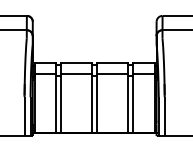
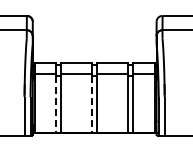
line at (56, 104): solid -> dashed
line at (92, 104): solid -> dashed
